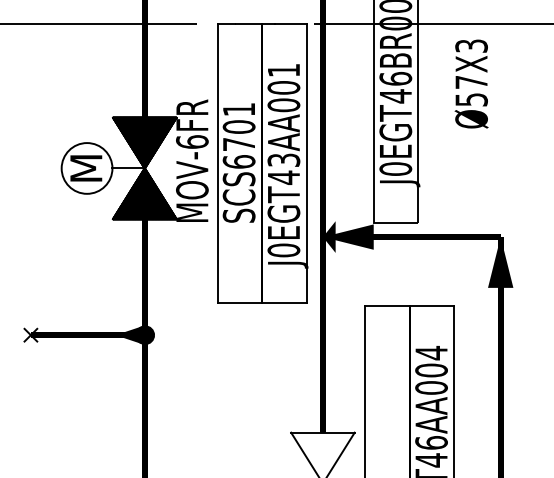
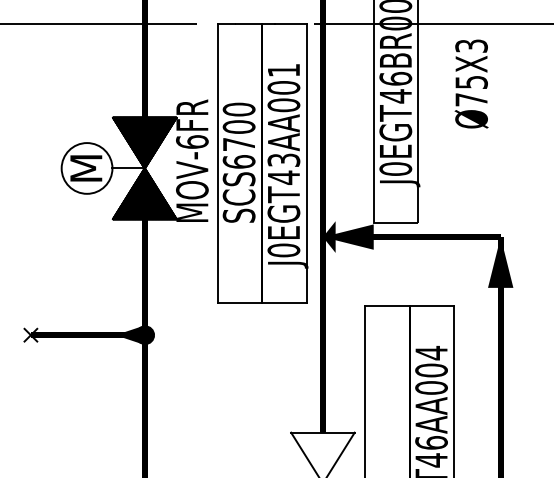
text at (471, 91): Ø57X3 -> Ø75X3
text at (238, 109): SCS6701 -> SCS6700
